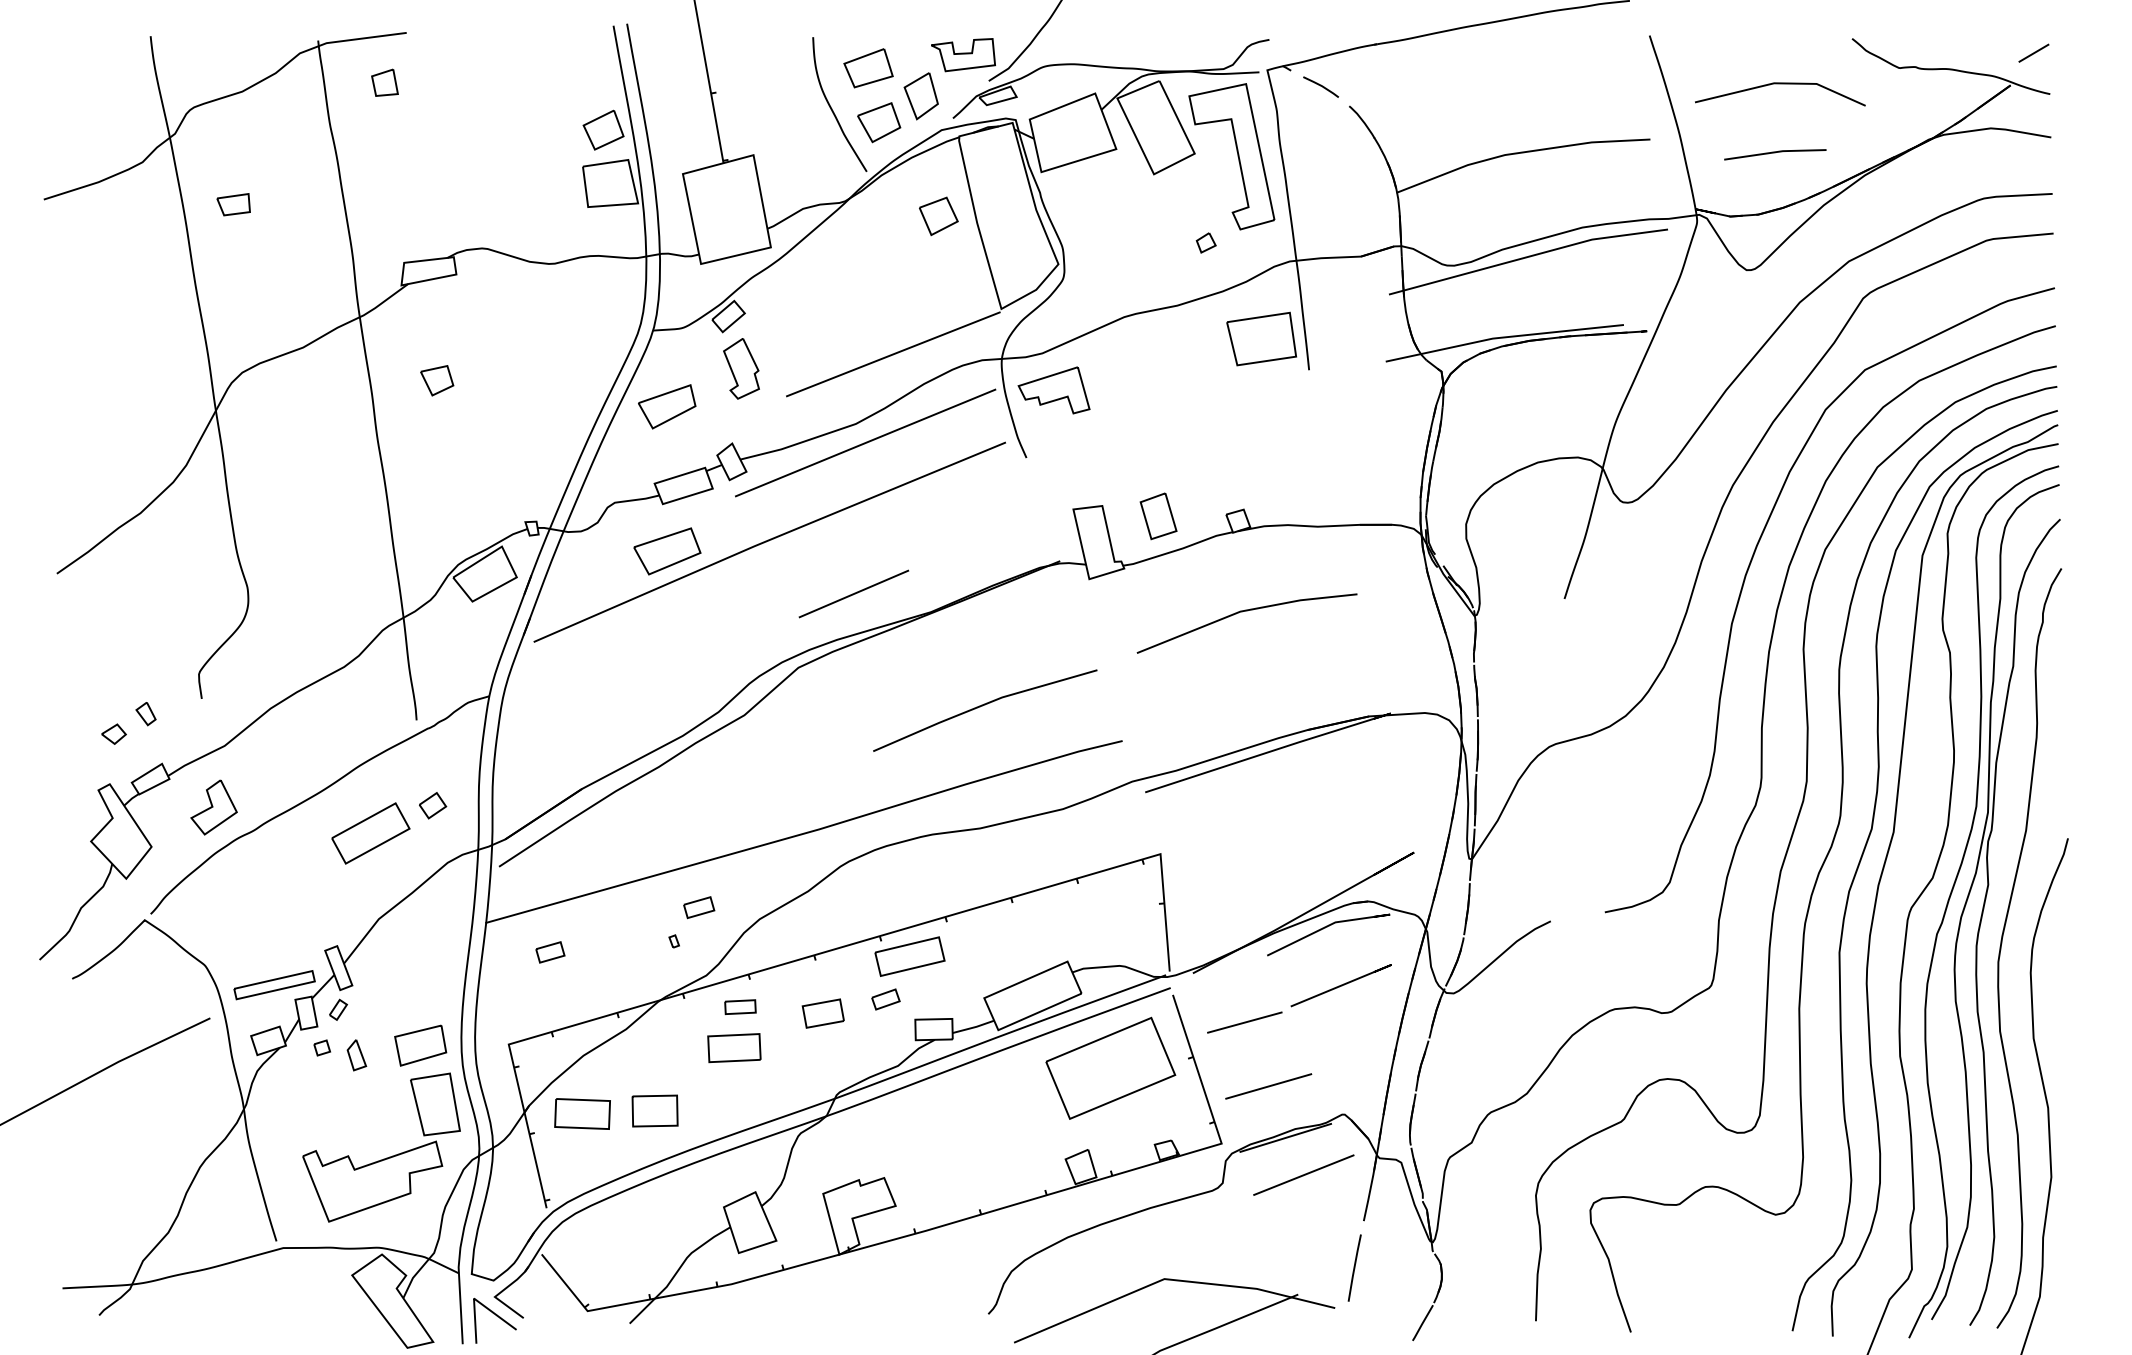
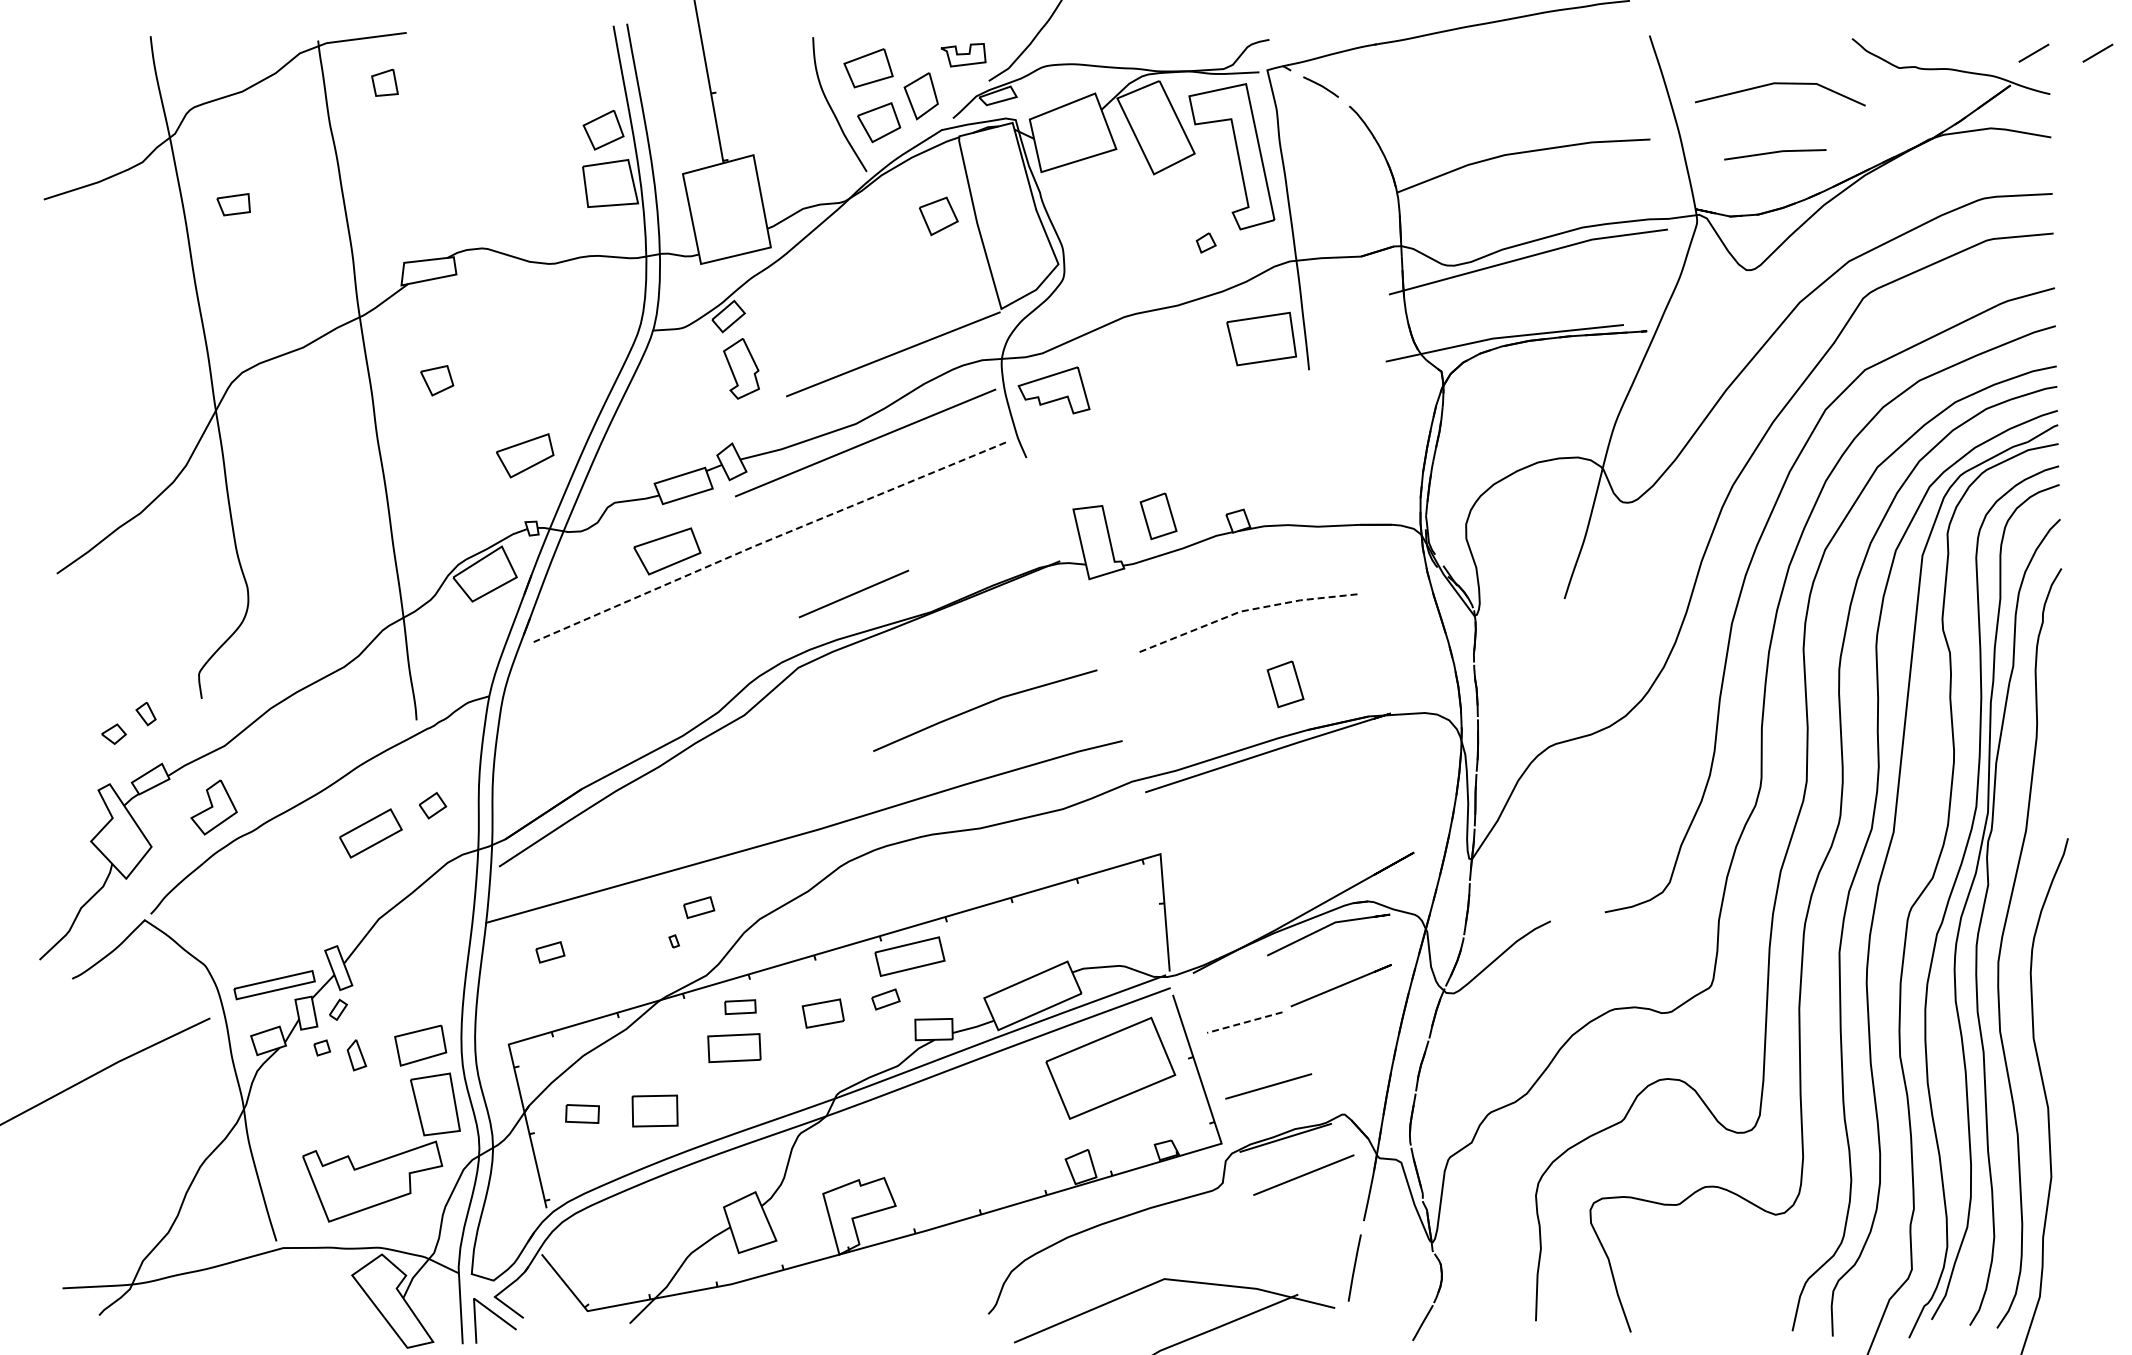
line at (2097, 52): none -> present
part at (963, 55) size: 65x35 px -> 47x25 px
part at (667, 406) position: (667, 406) -> (525, 455)
line at (768, 540): solid -> dashed
line at (1244, 610): solid -> dashed
part at (1285, 684): none -> present
part at (370, 833) size: 80x63 px -> 64x51 px
line at (1244, 1022): solid -> dashed
part at (582, 1113) size: 57x32 px -> 35x20 px
